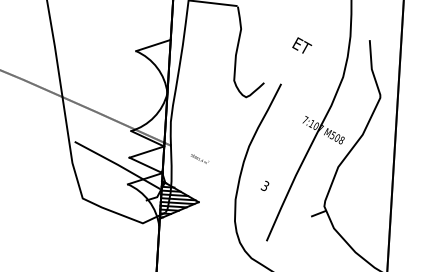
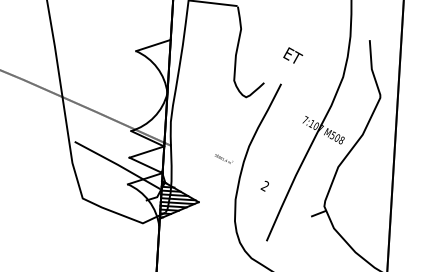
text at (302, 45) position: (302, 45) -> (293, 55)
text at (199, 158) position: (199, 158) -> (223, 158)
text at (264, 186): 3 -> 2
